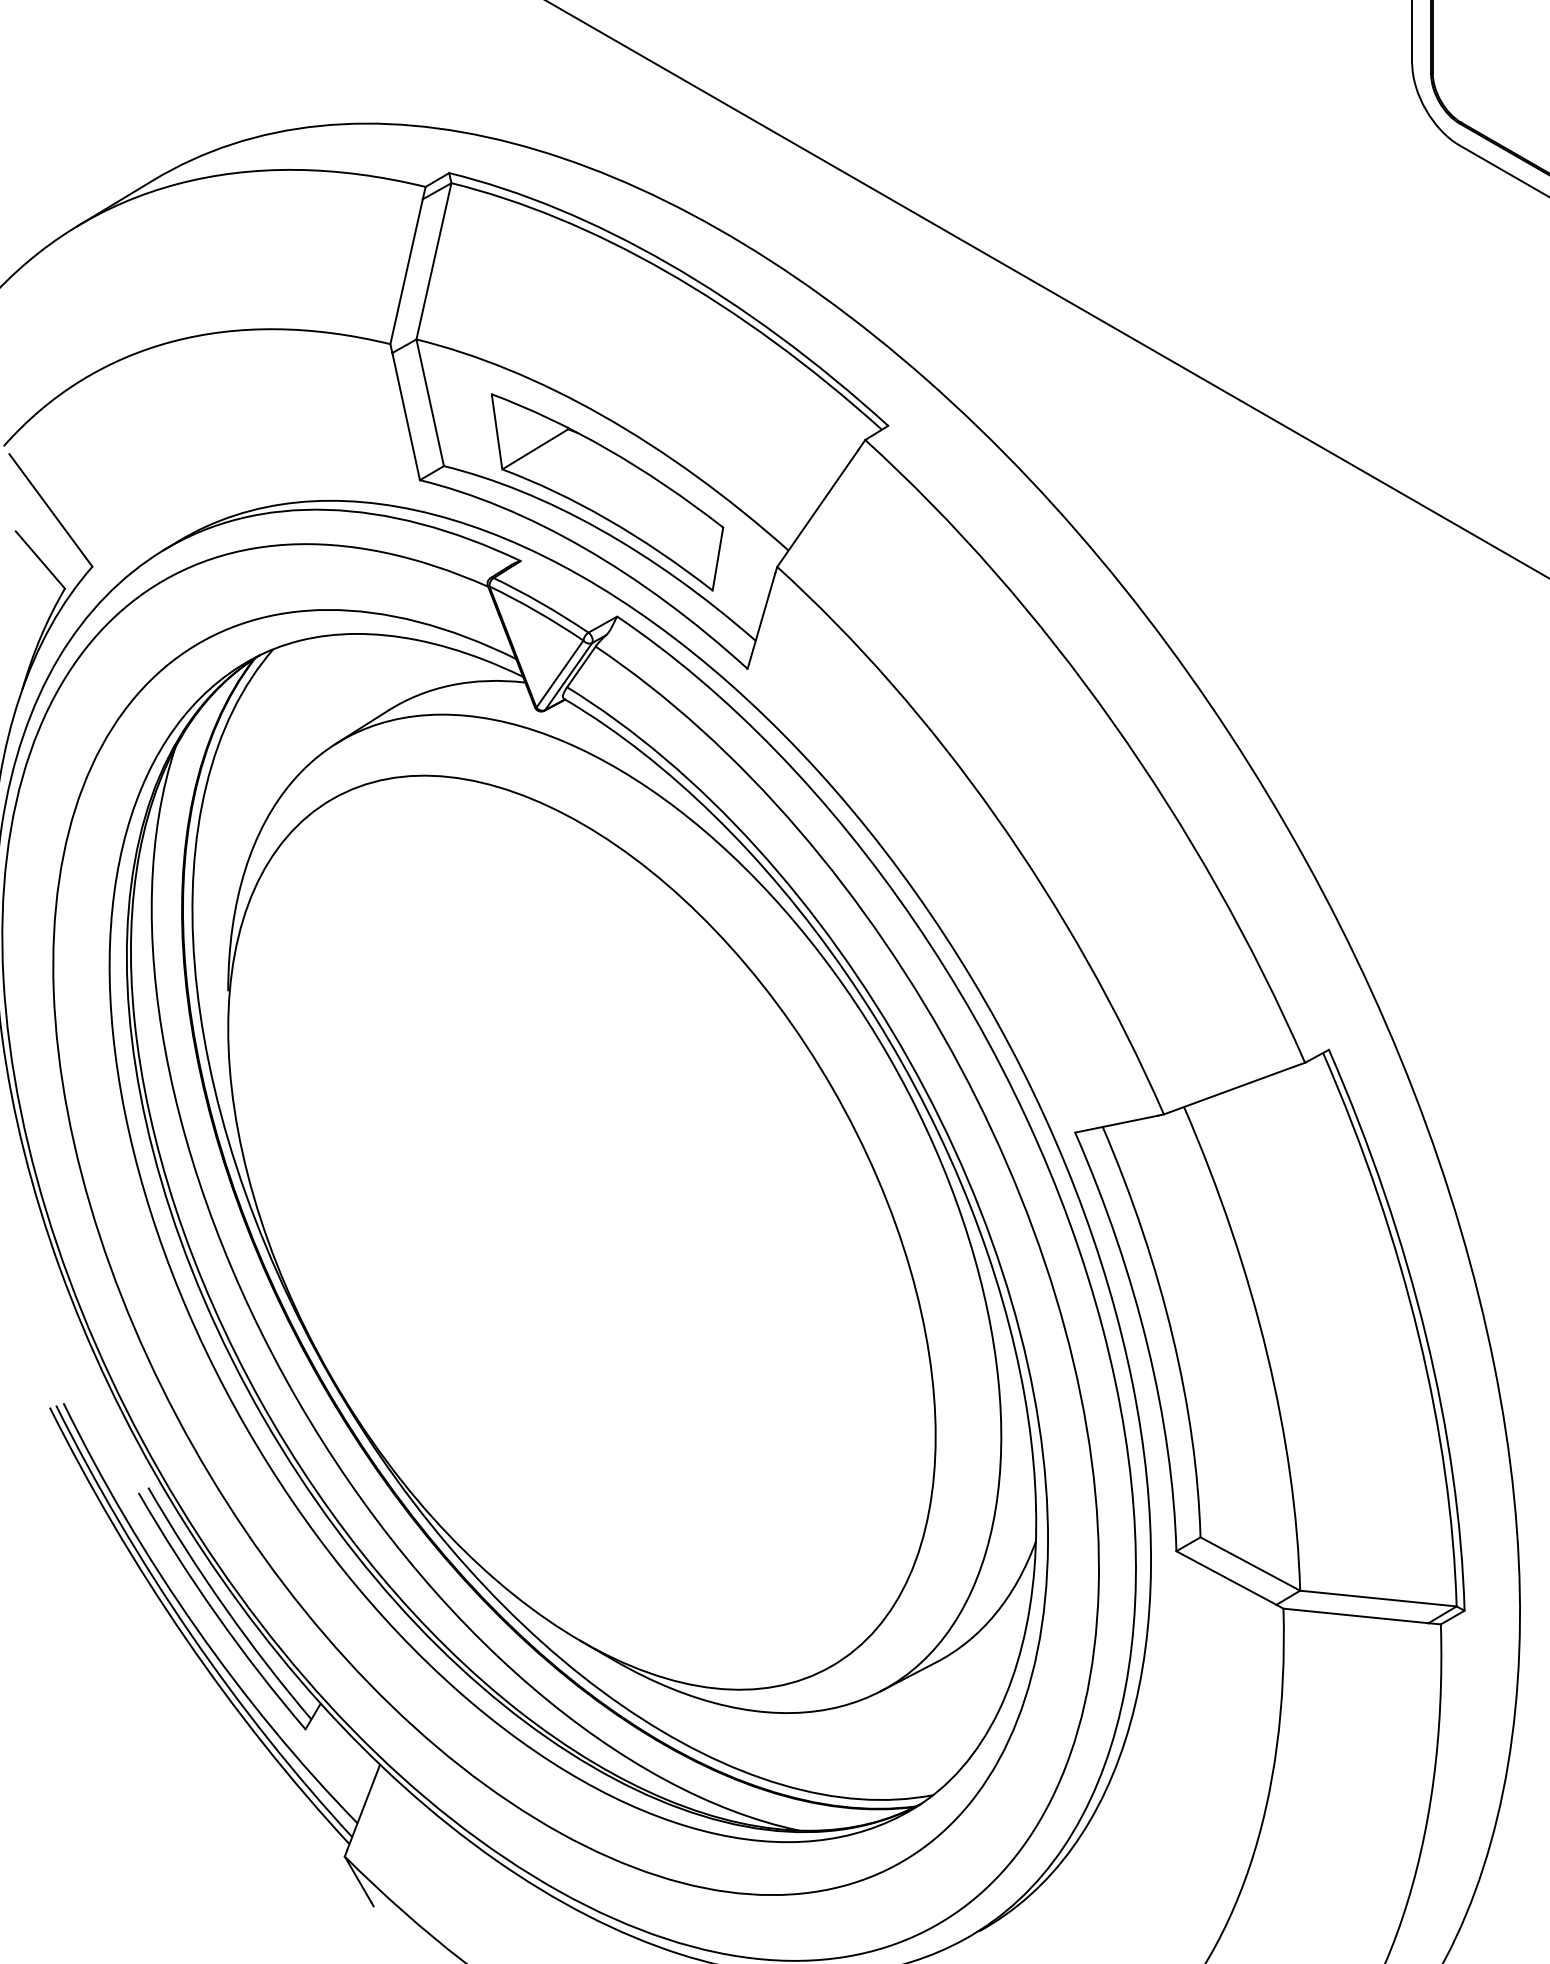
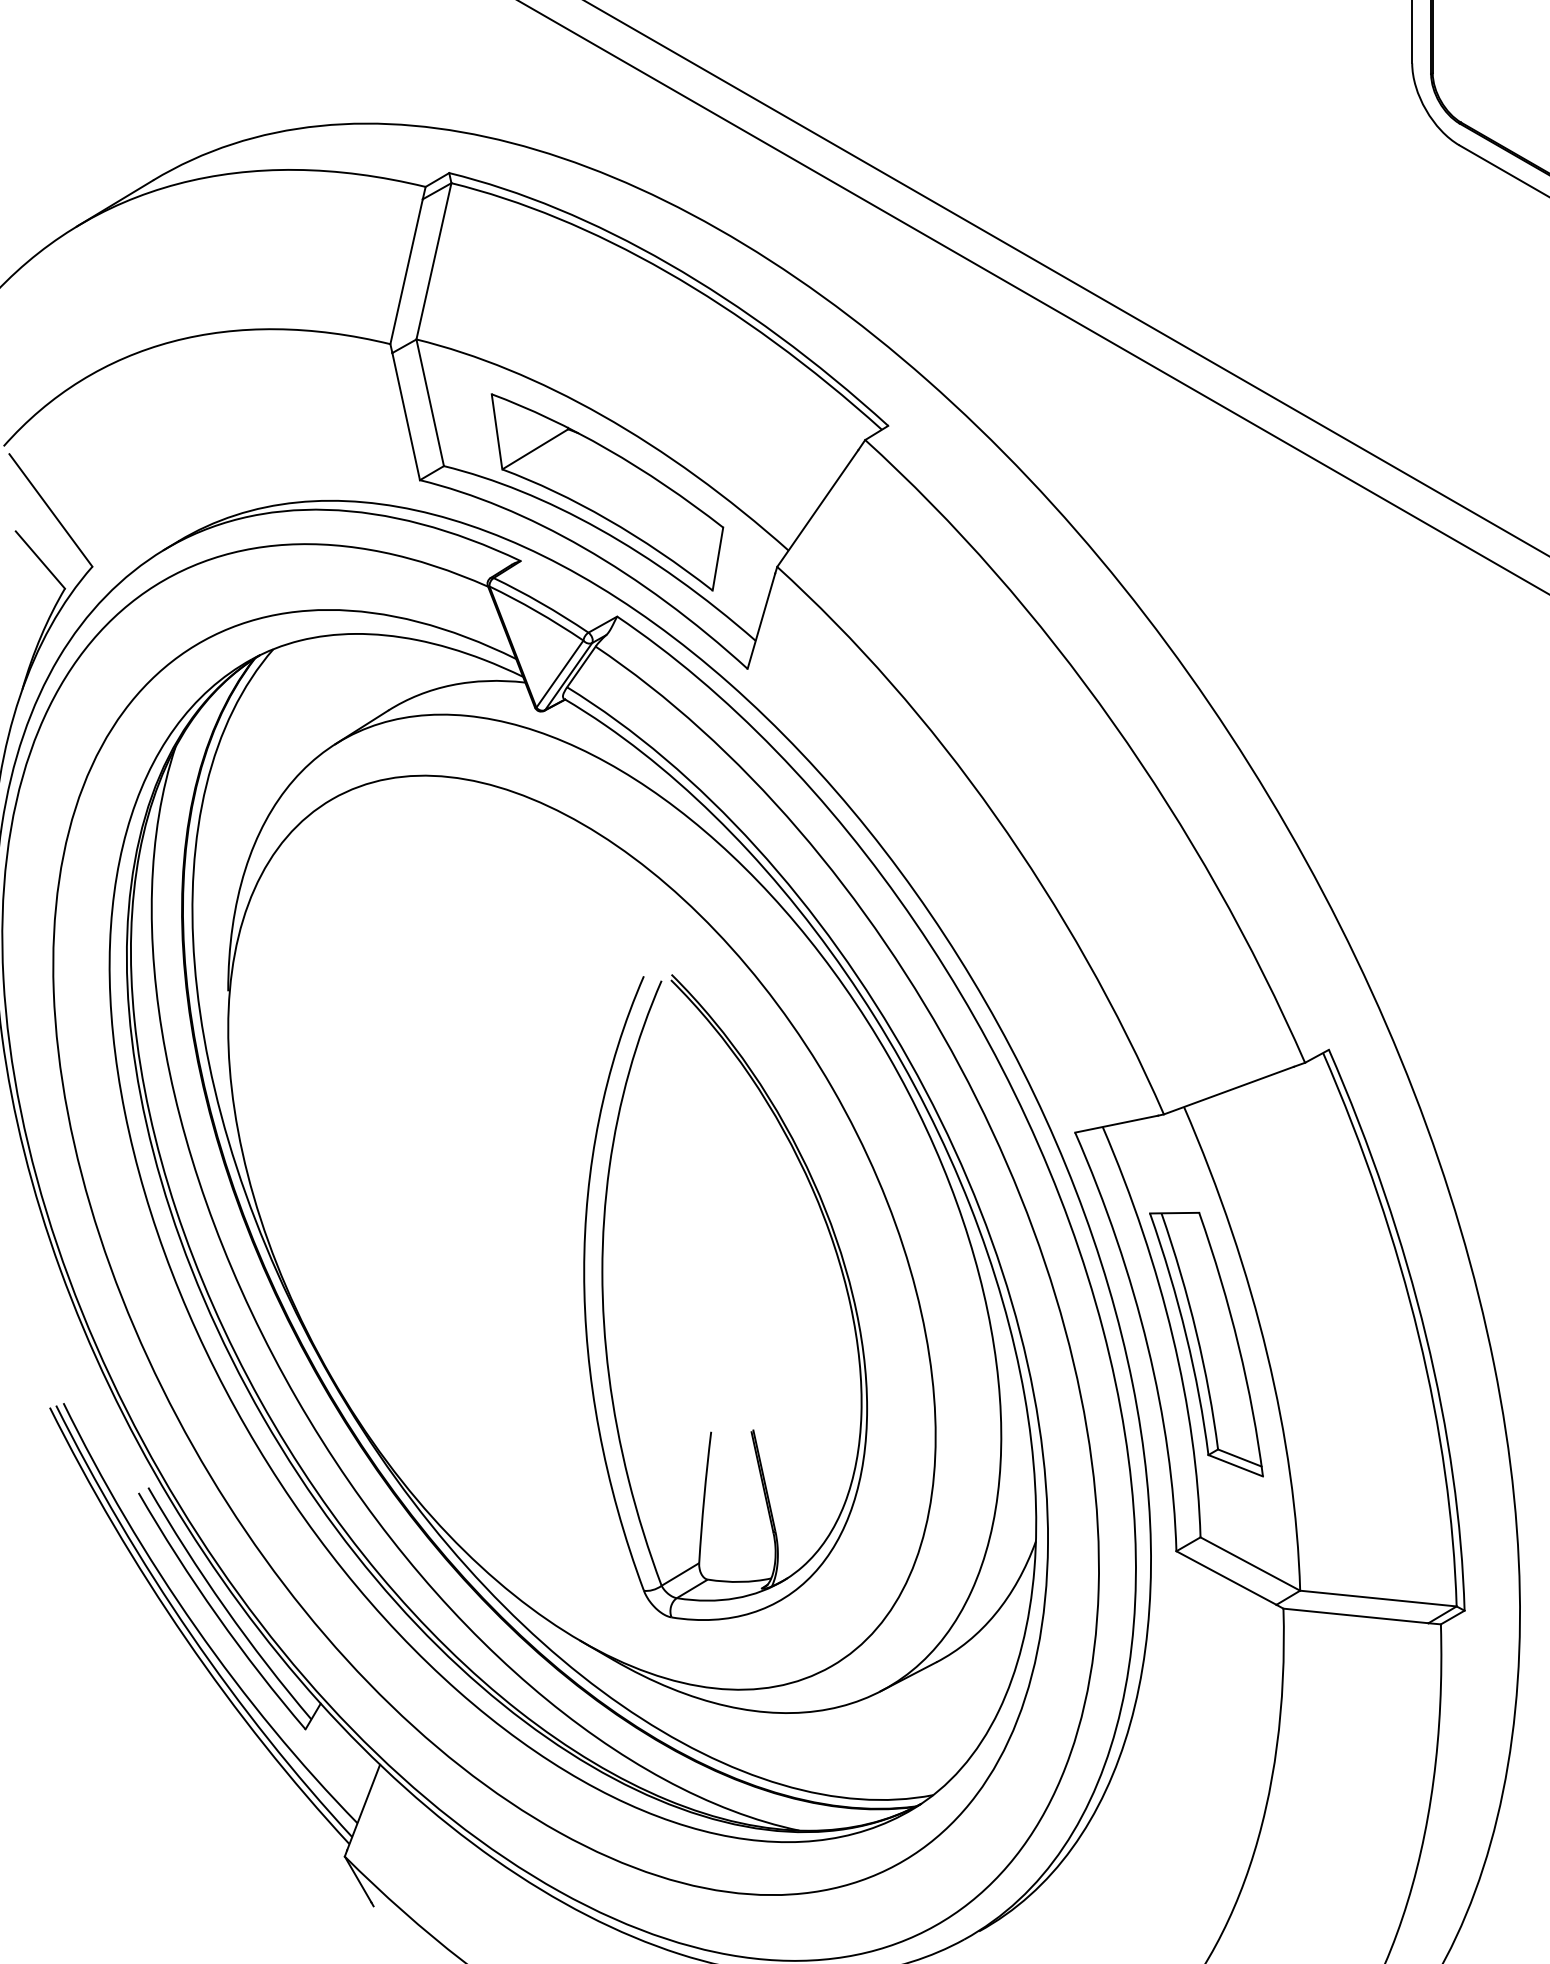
line at (1066, 278): none -> present
line at (1047, 289) position: (1047, 289) -> (1033, 297)
part at (838, 1263): none -> present
part at (1206, 1344): none -> present
